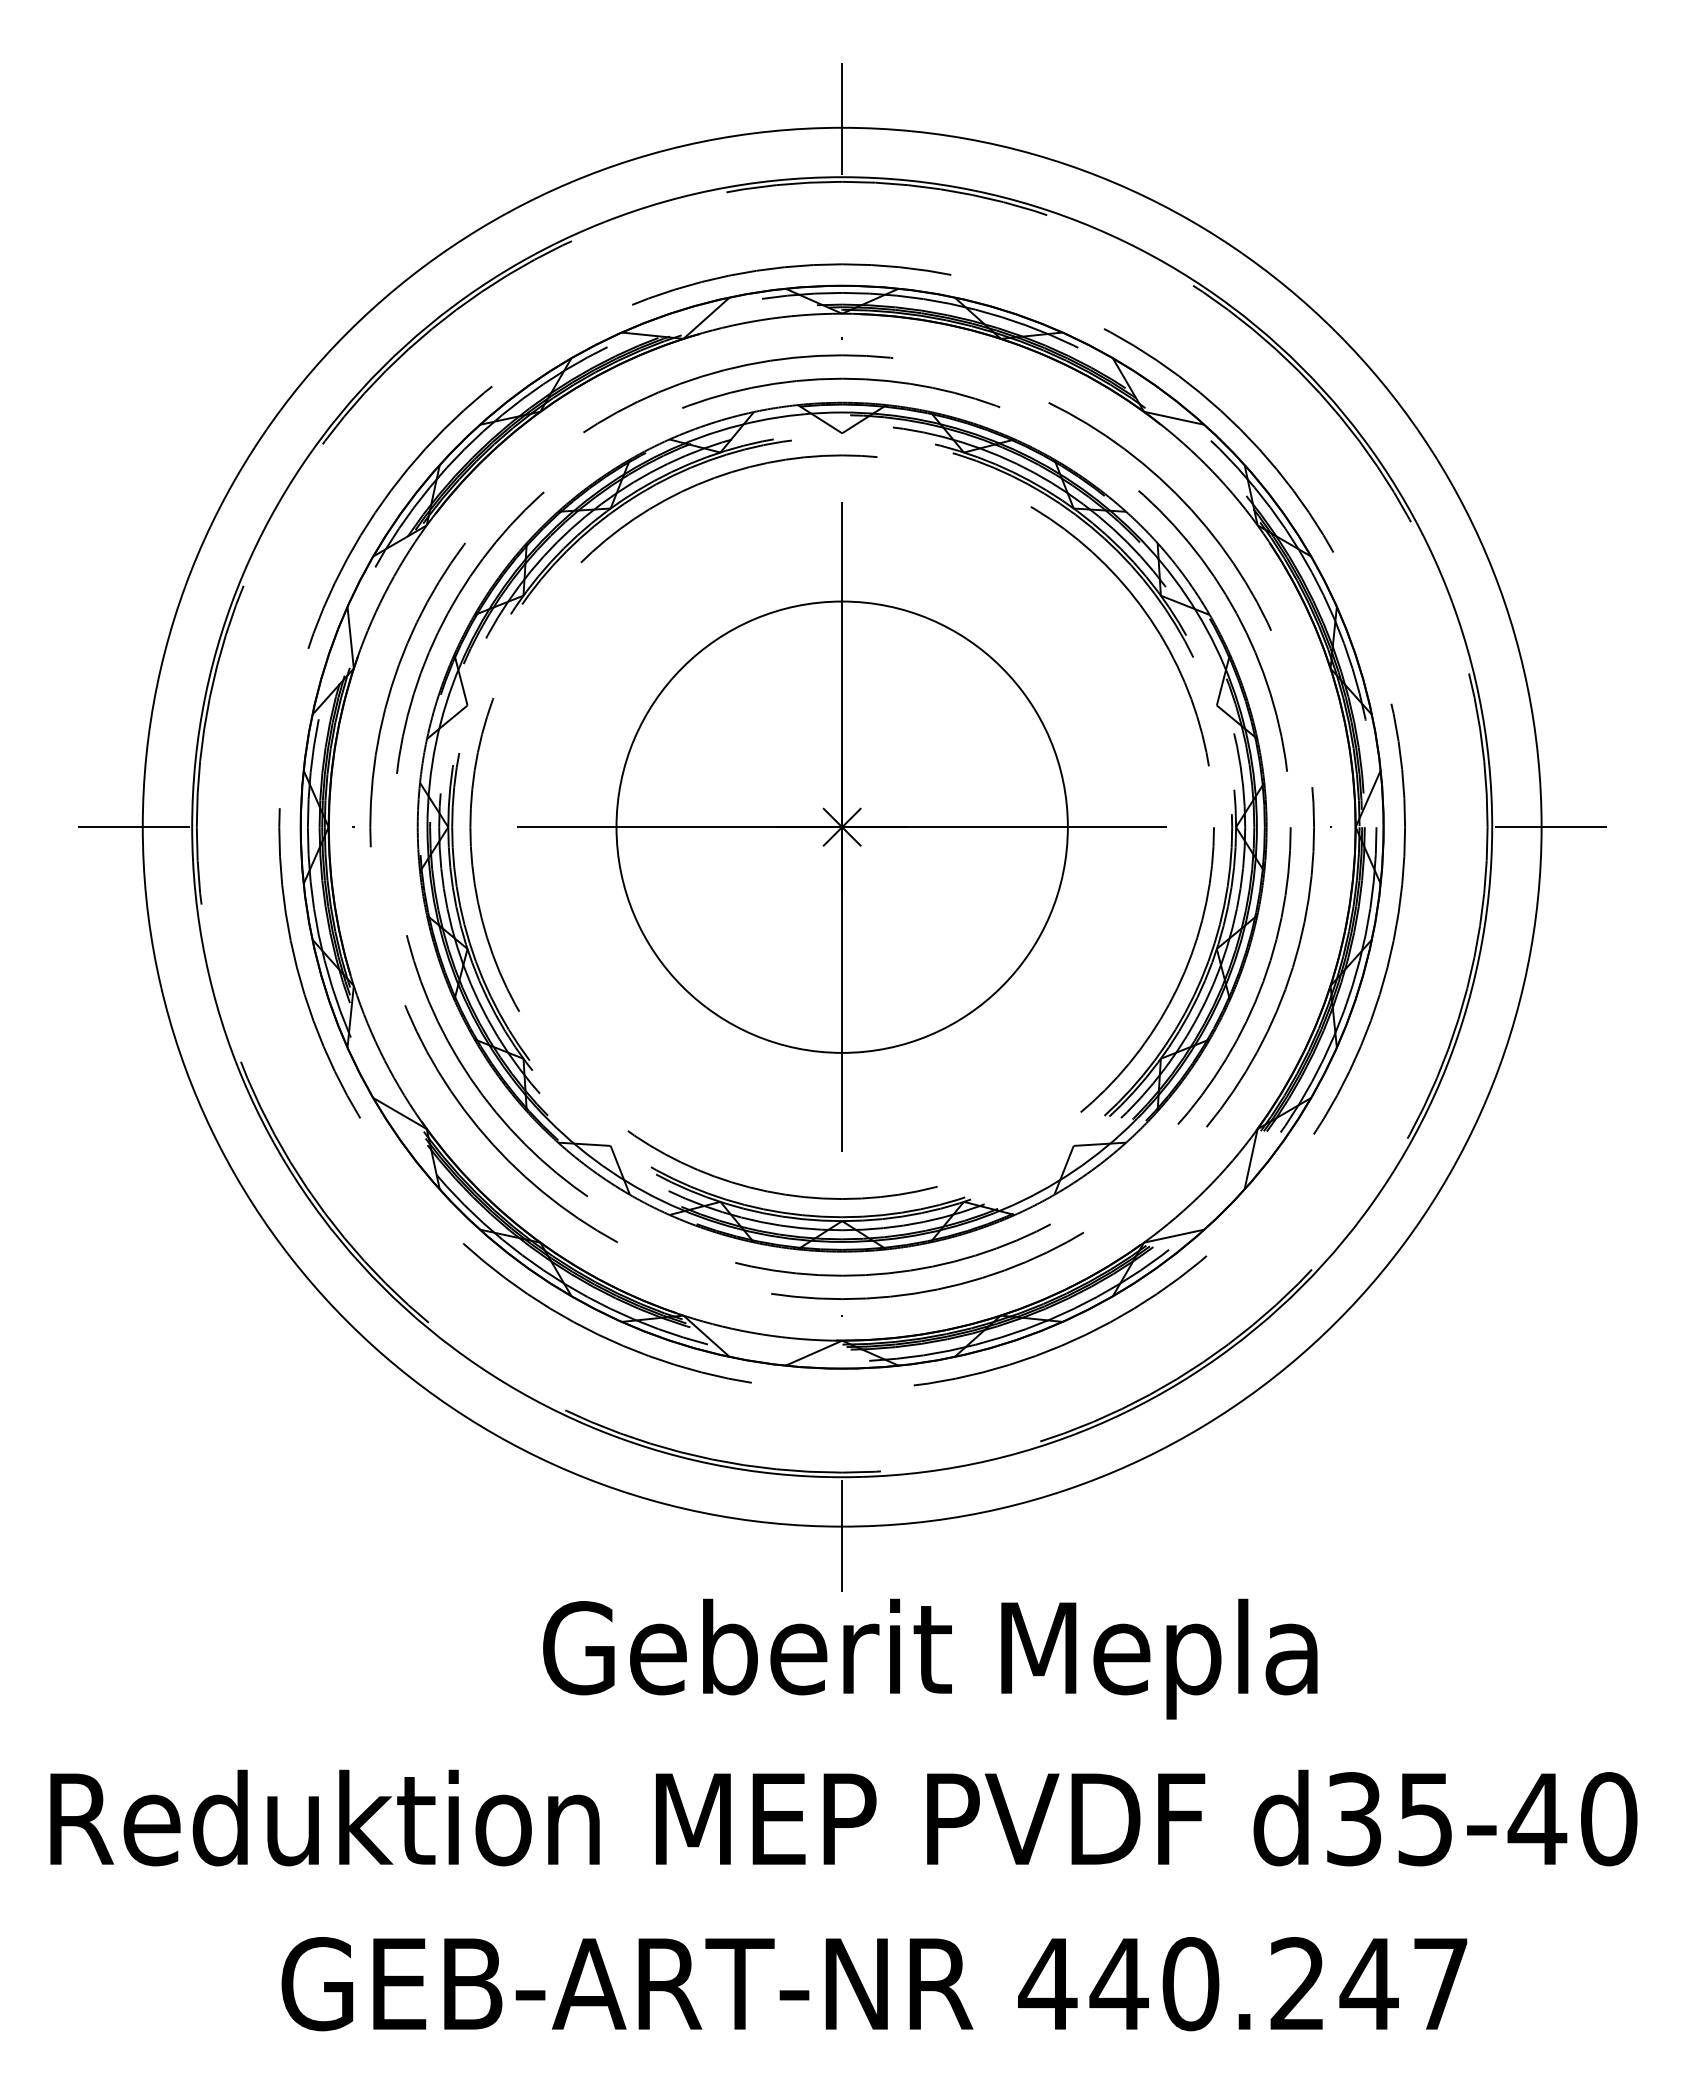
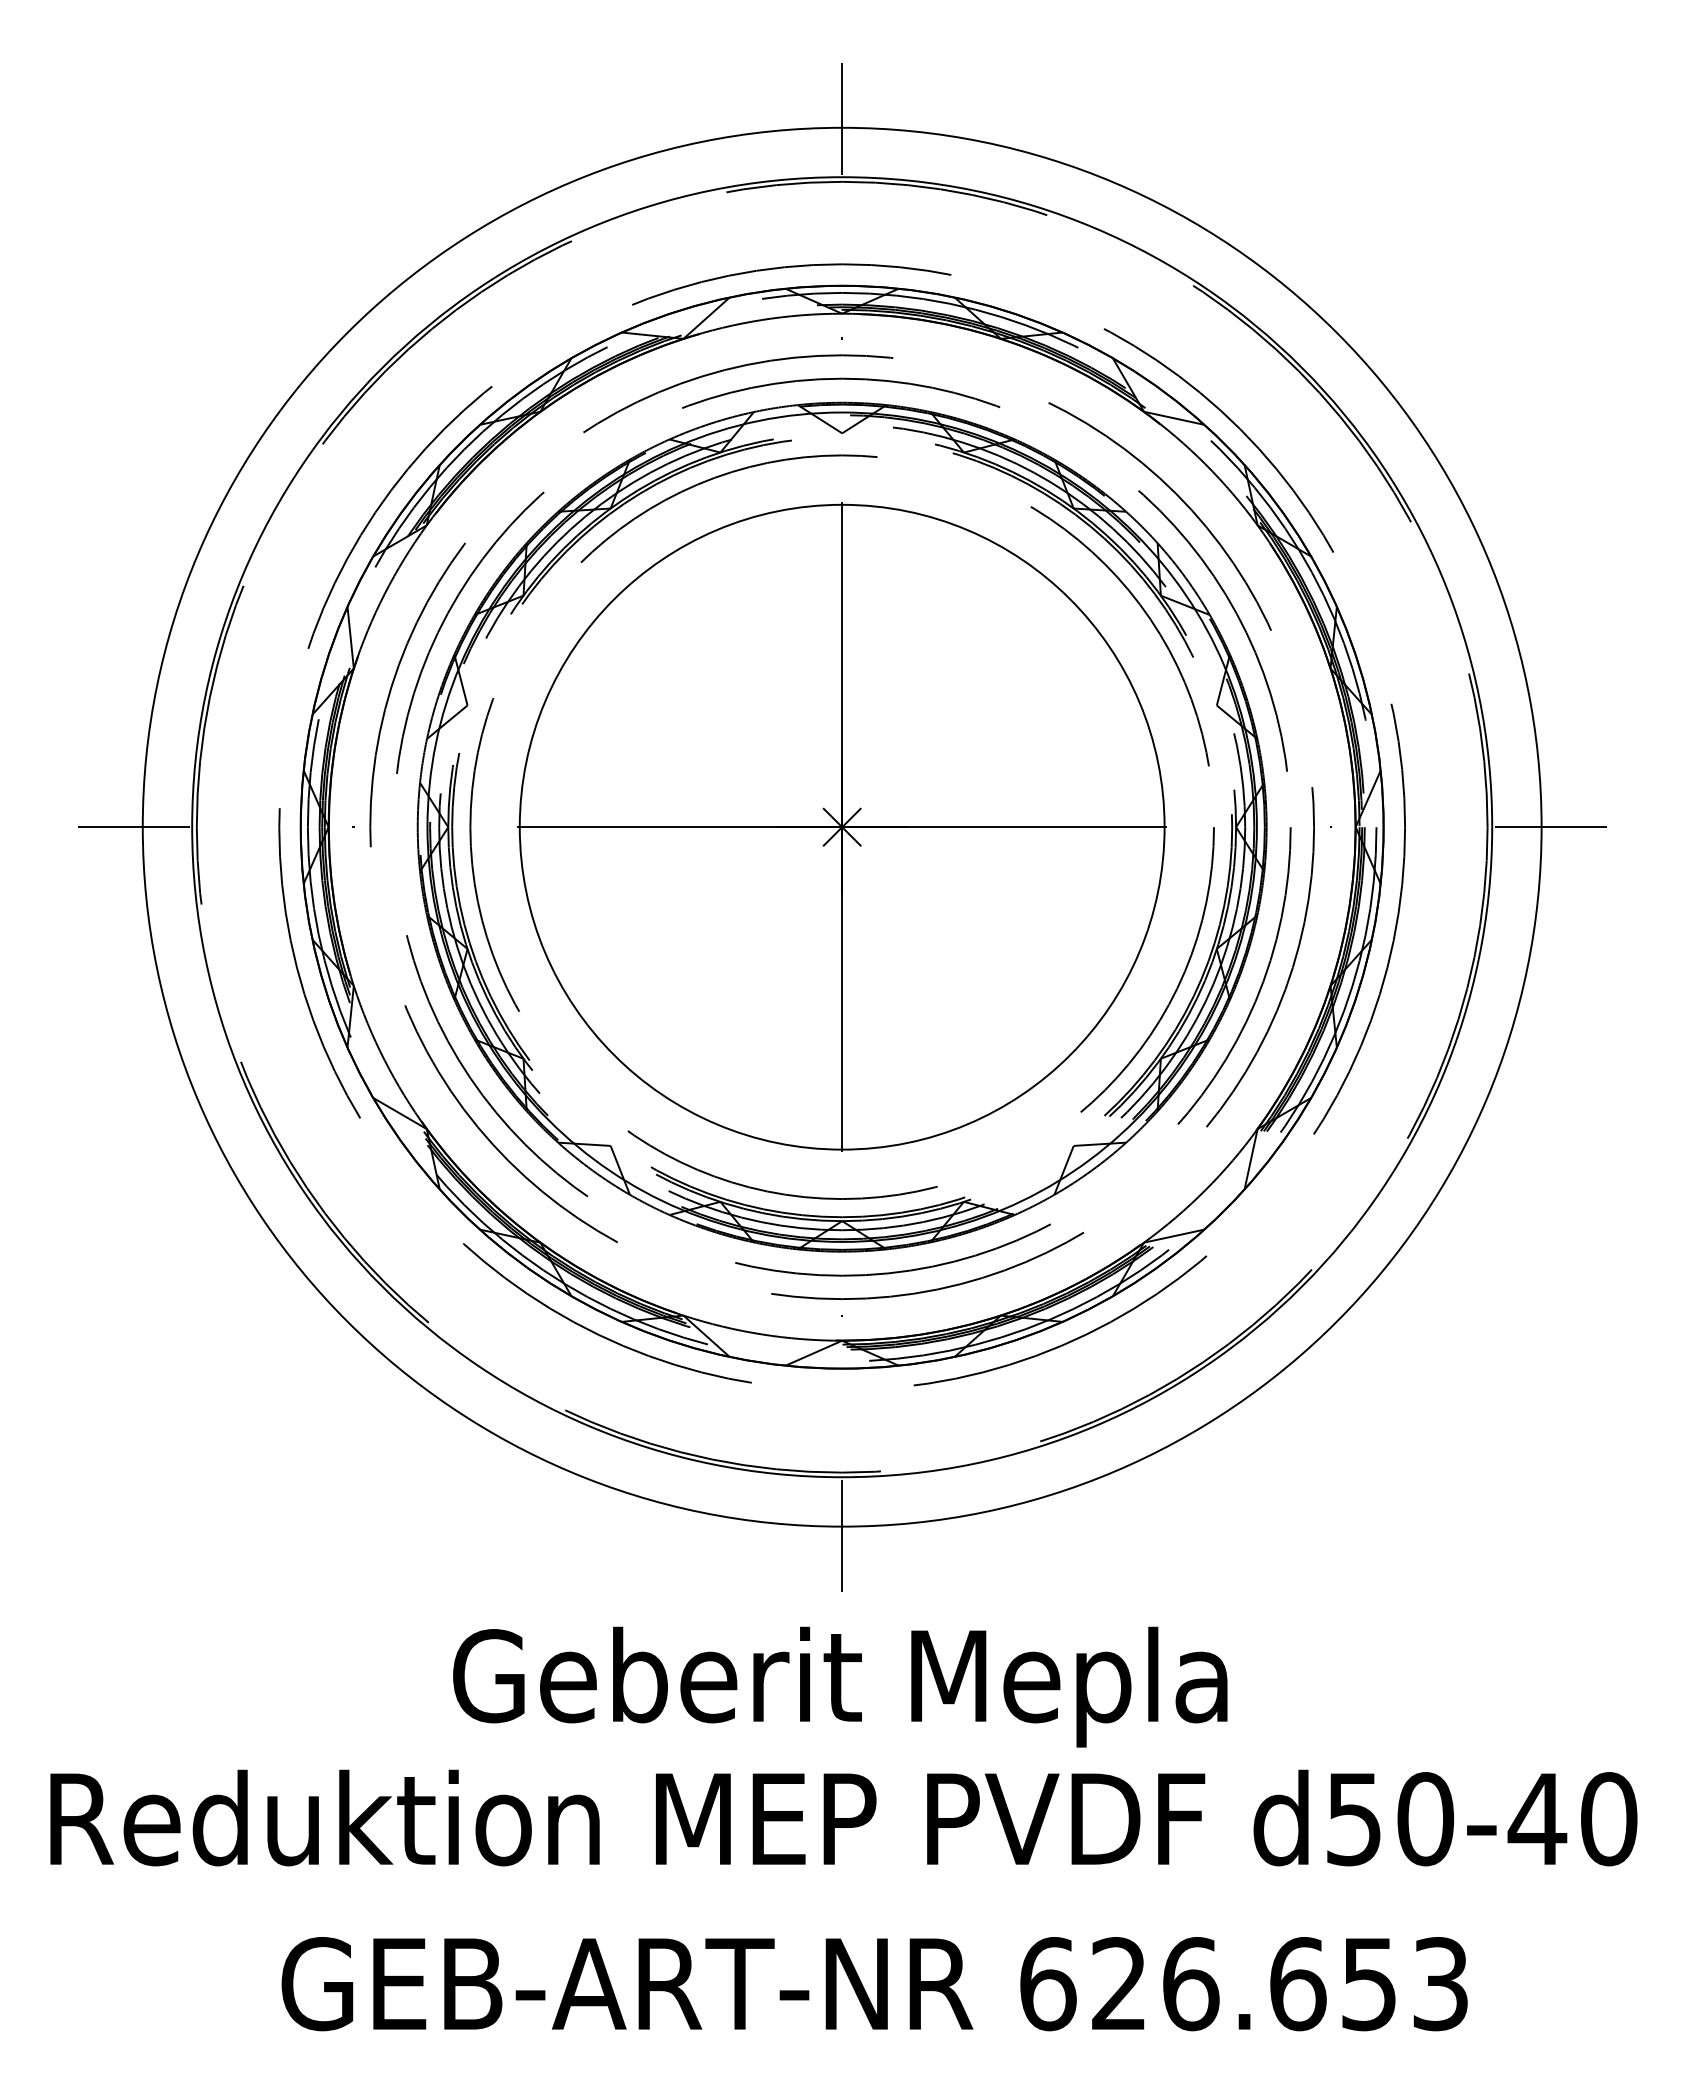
circle at (841, 826) diameter: 451 px -> 645 px
text at (930, 1658) position: (930, 1658) -> (840, 1686)
text at (1390, 1819): d35-40 -> d50-40
text at (1242, 1984): 440.247 -> 626.653
